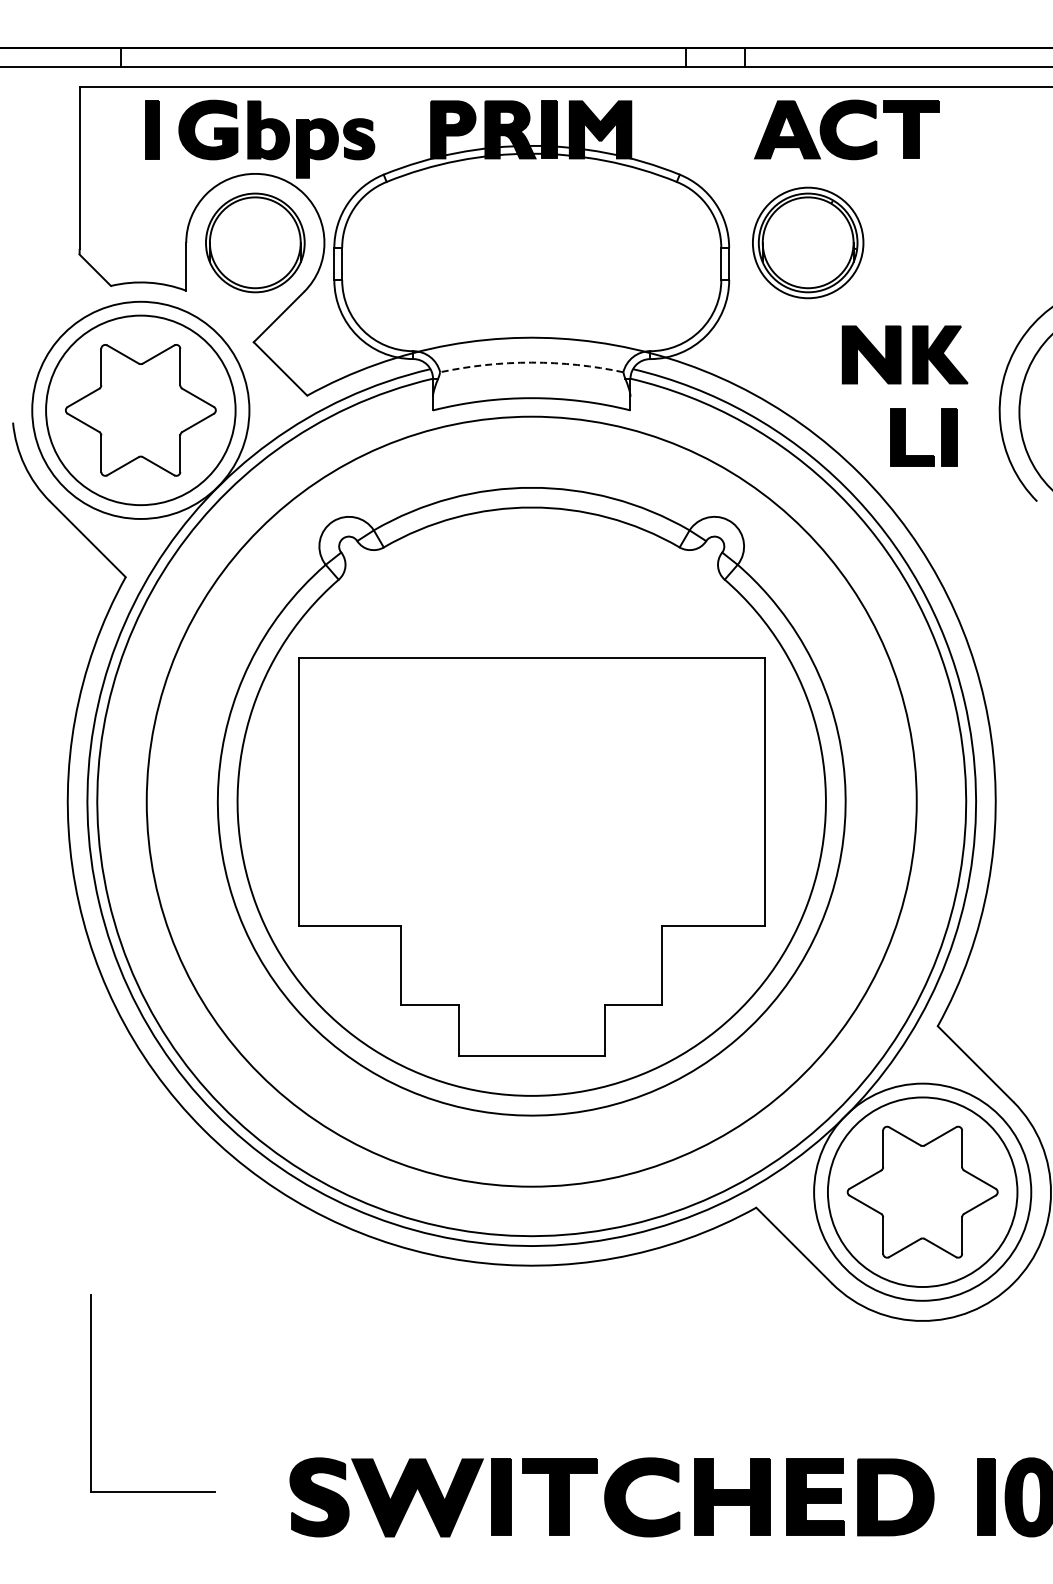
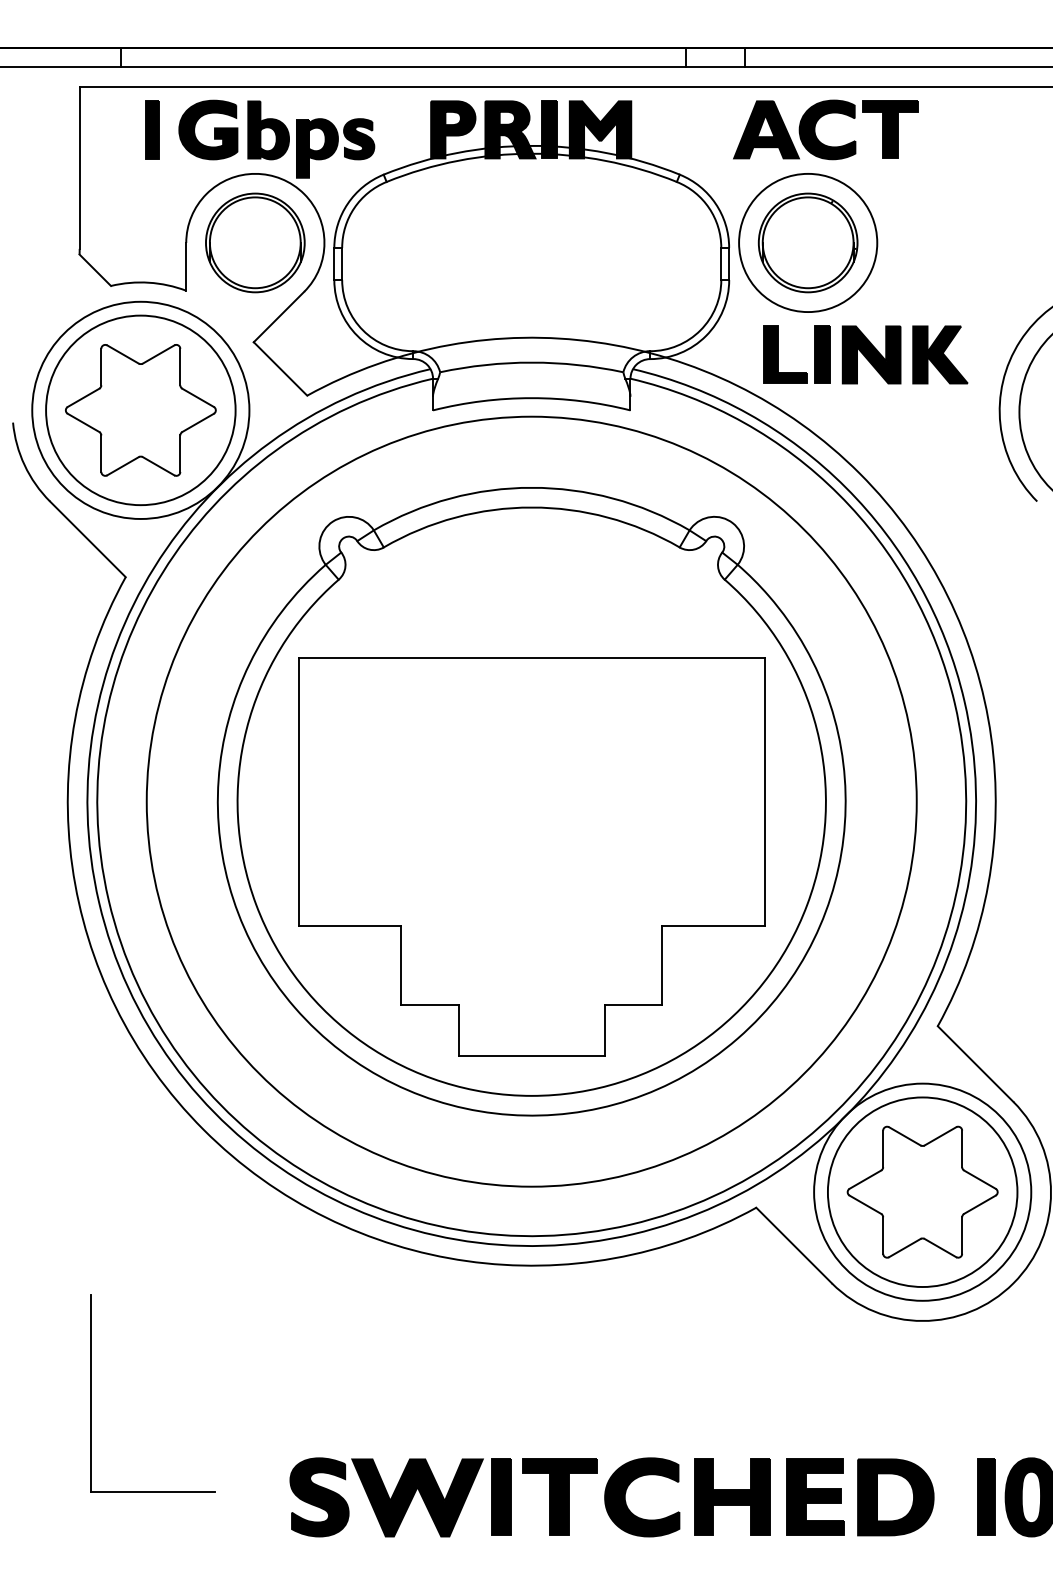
part at (836, 129) position: (836, 129) -> (815, 129)
circle at (807, 242) diameter: 111 px -> 138 px
arc at (531, 362): dashed -> solid
part at (905, 437) position: (905, 437) -> (778, 354)
